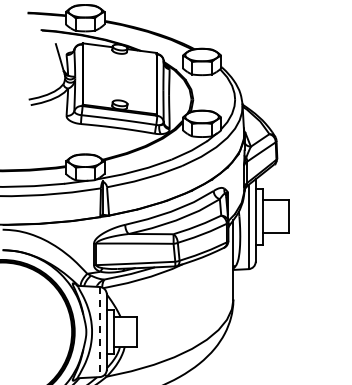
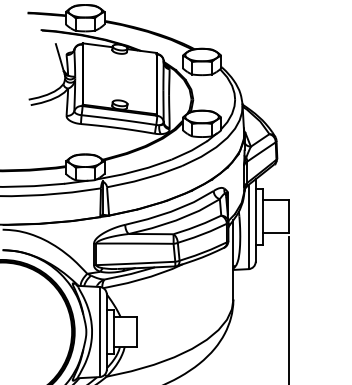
line at (289, 309): none -> present
line at (99, 332): dashed -> solid
